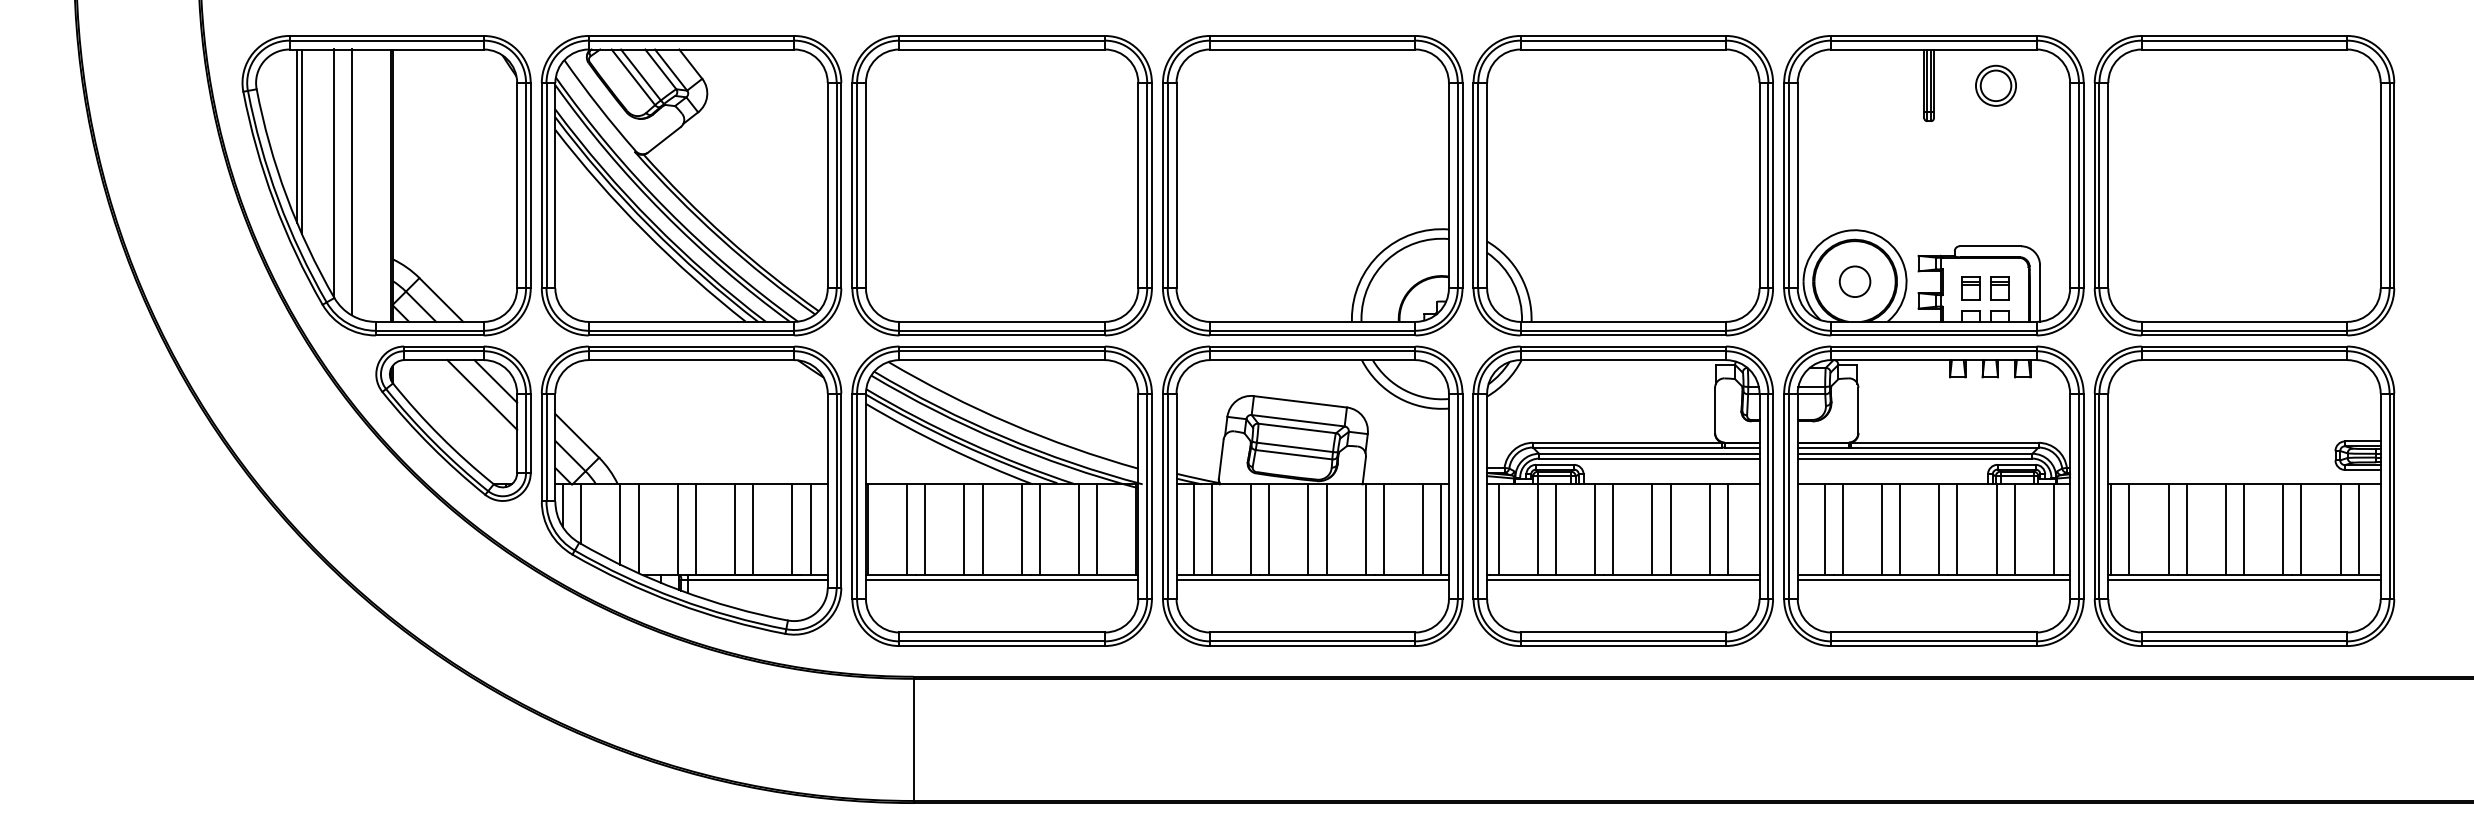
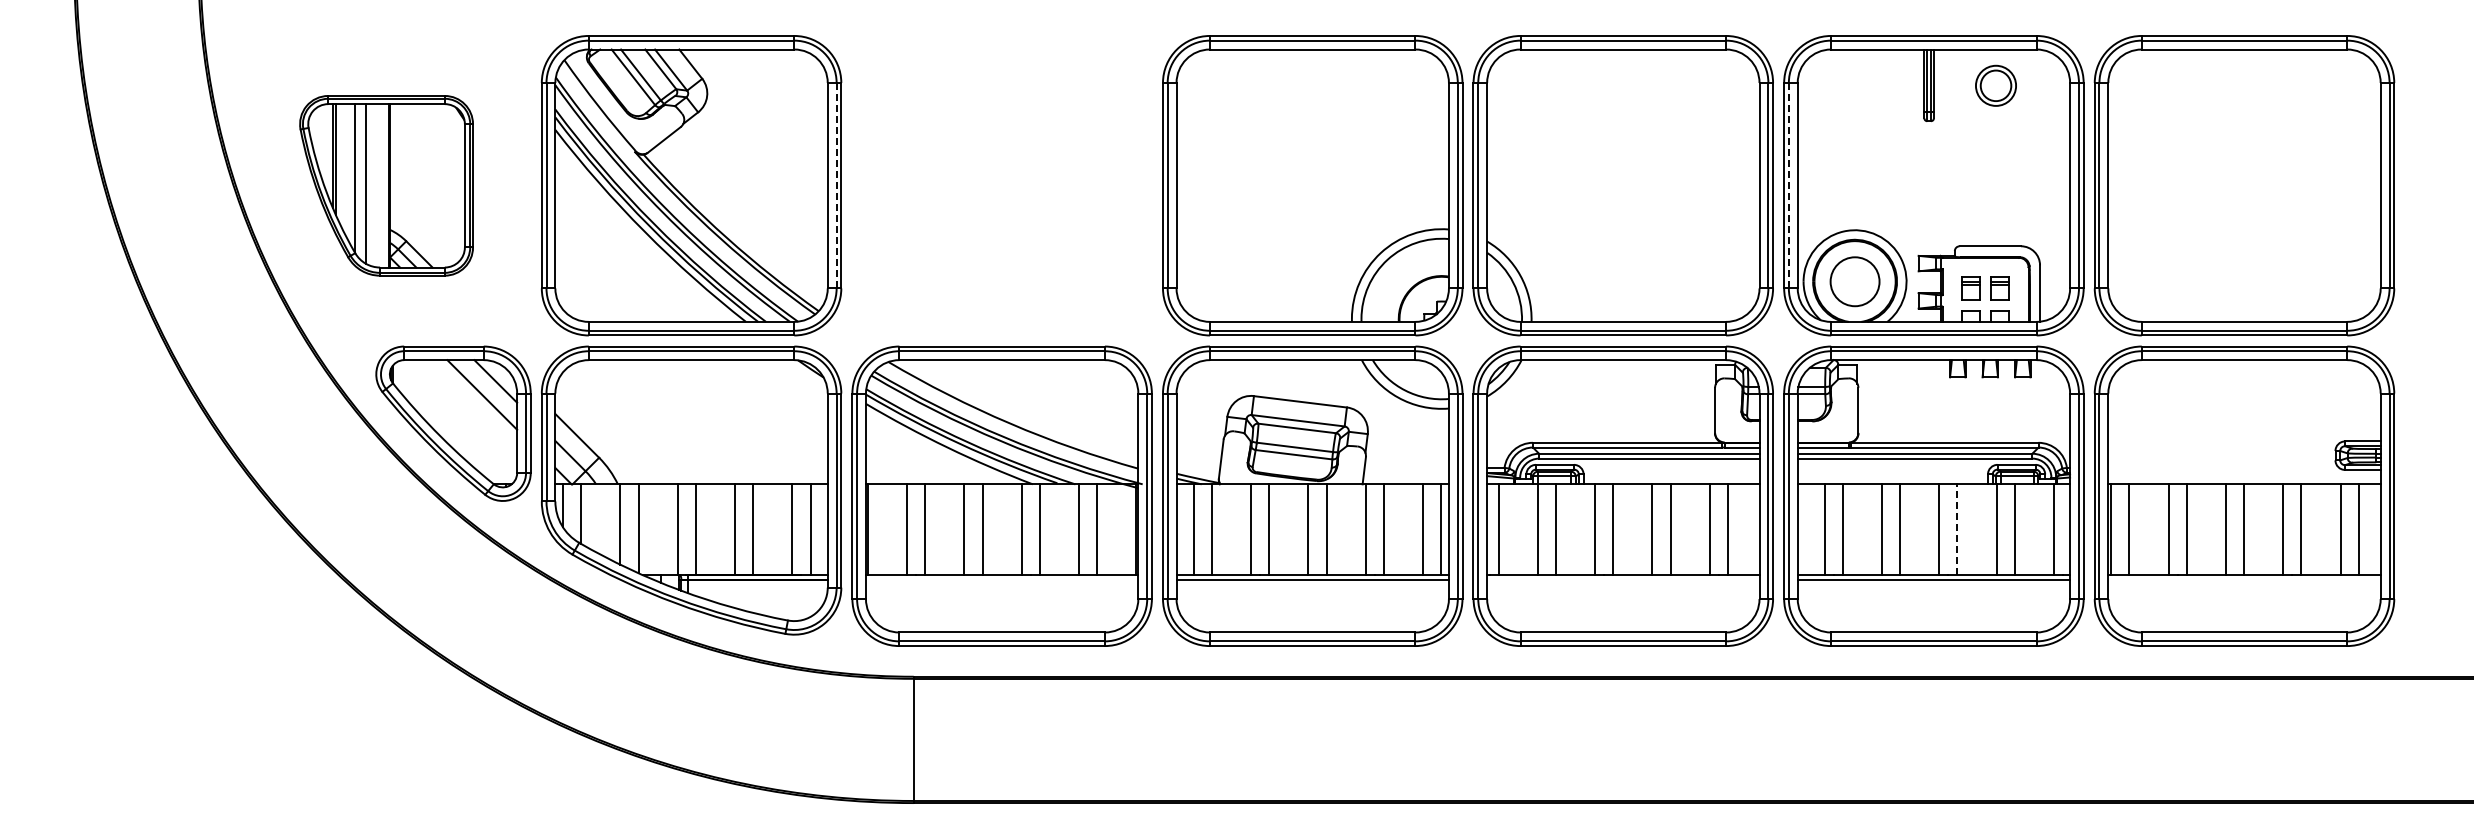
part at (386, 185) size: 291x302 px -> 175x182 px
line at (836, 185): solid -> dashed
part at (1001, 185): present -> none
line at (1788, 185): solid -> dashed
circle at (1854, 281) diameter: 31 px -> 49 px
line at (1957, 529): solid -> dashed
line at (1001, 579): present -> none
line at (1623, 579): present -> none
line at (2244, 579): present -> none
